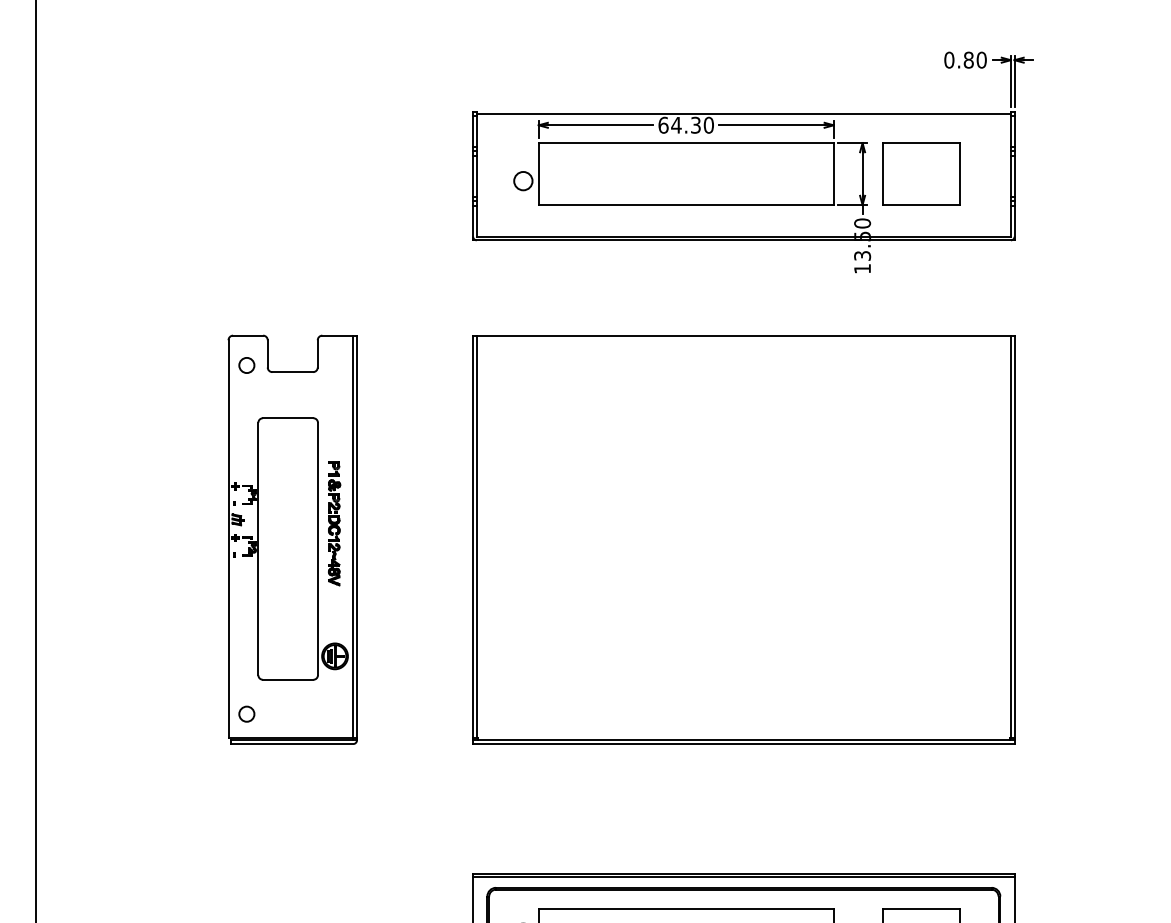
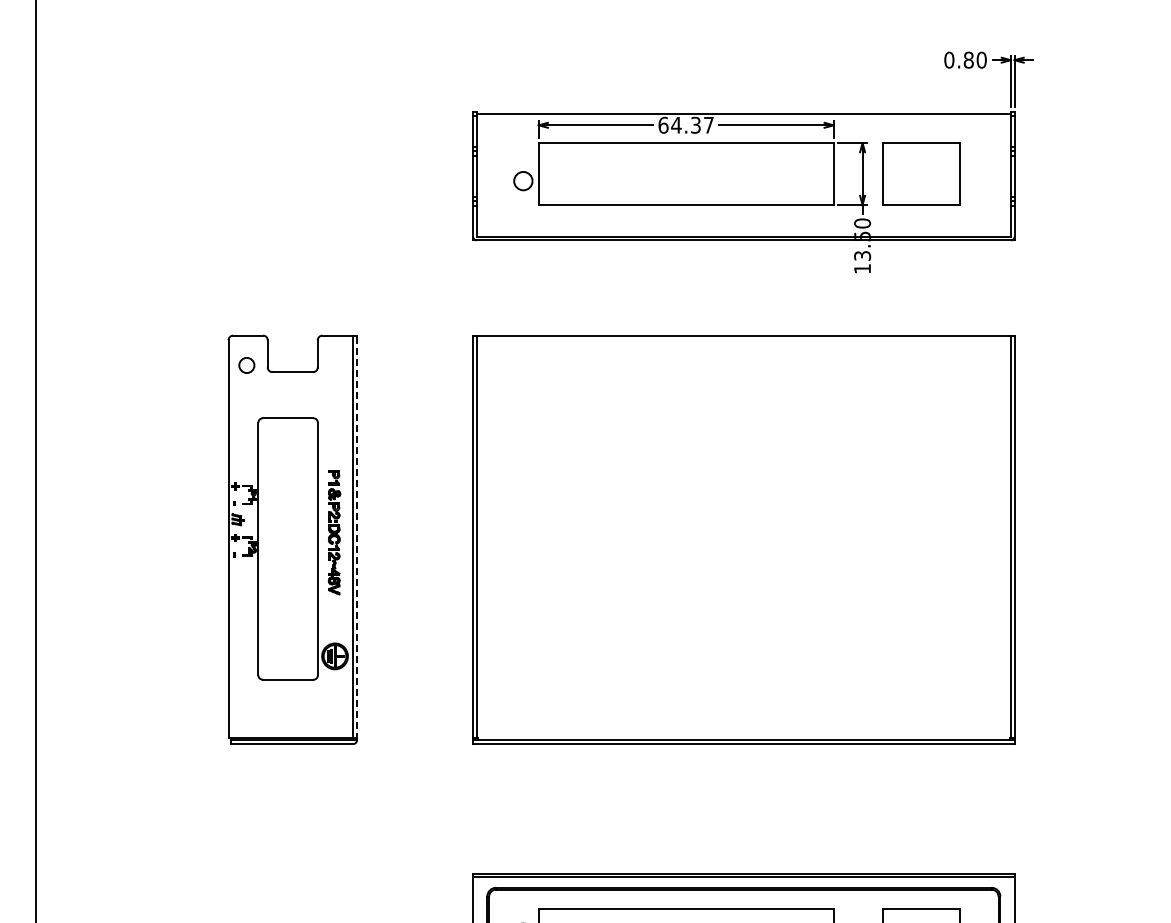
text at (708, 124): 64.30 -> 64.37
part at (334, 523) position: (334, 523) -> (334, 532)
line at (357, 537): solid -> dashed
circle at (246, 713): present -> none
